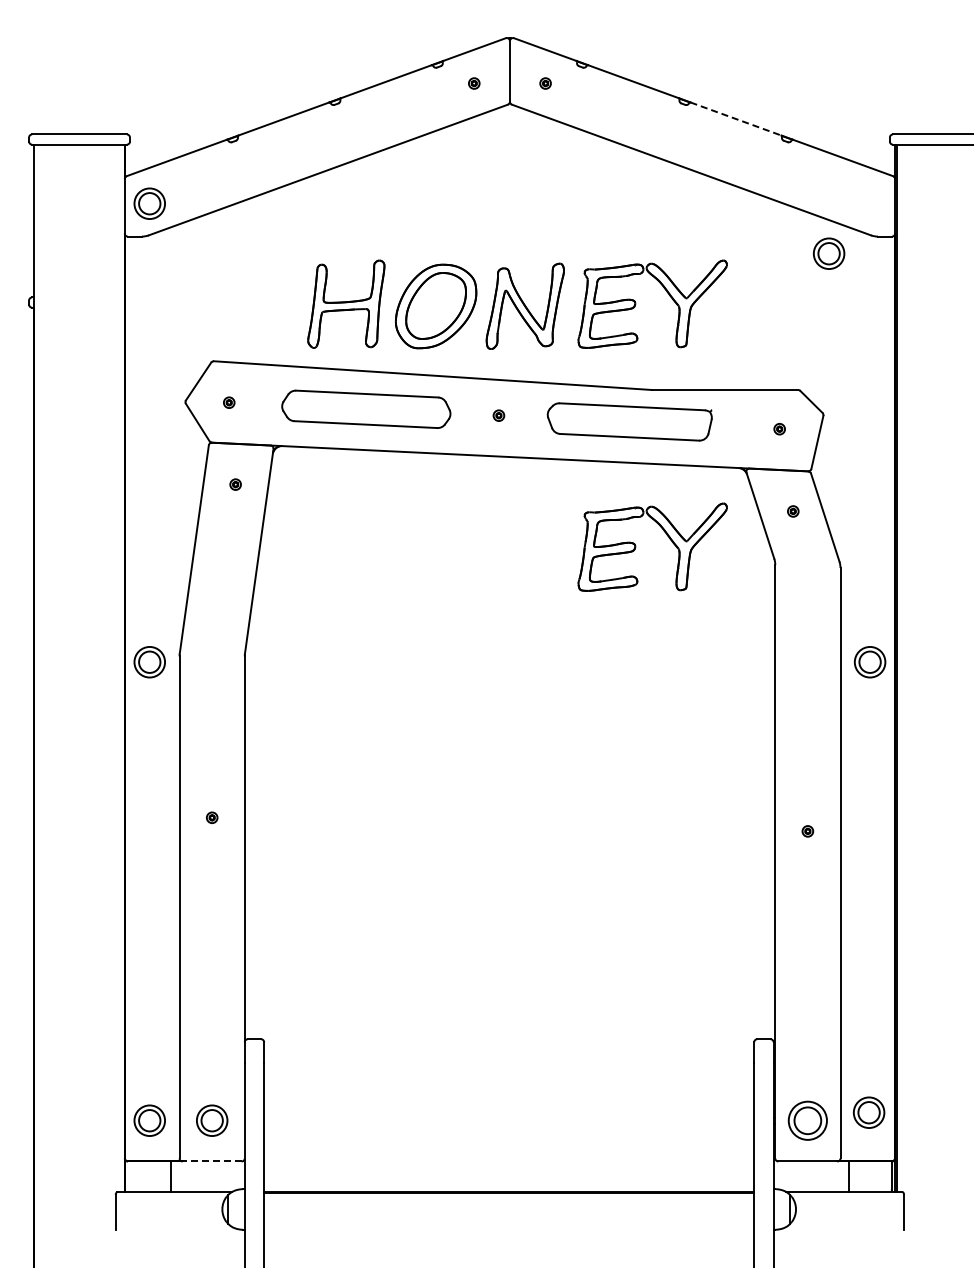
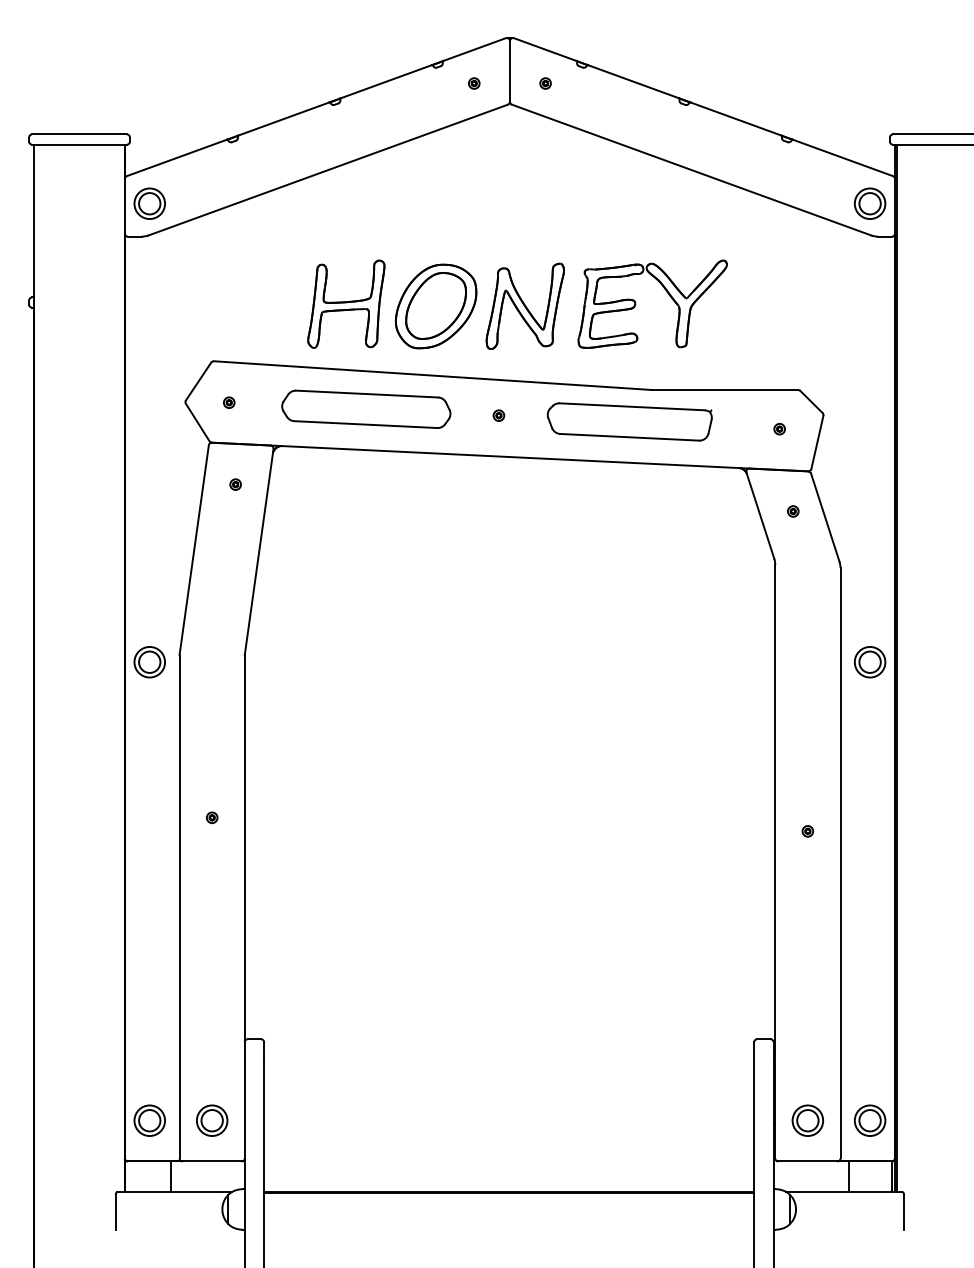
line at (736, 119): dashed -> solid
part at (829, 253) position: (829, 253) -> (870, 203)
part at (636, 546): present -> none
part at (869, 1112) position: (869, 1112) -> (870, 1120)
part at (807, 1120) size: 41x41 px -> 34x33 px
line at (212, 1161): dashed -> solid
